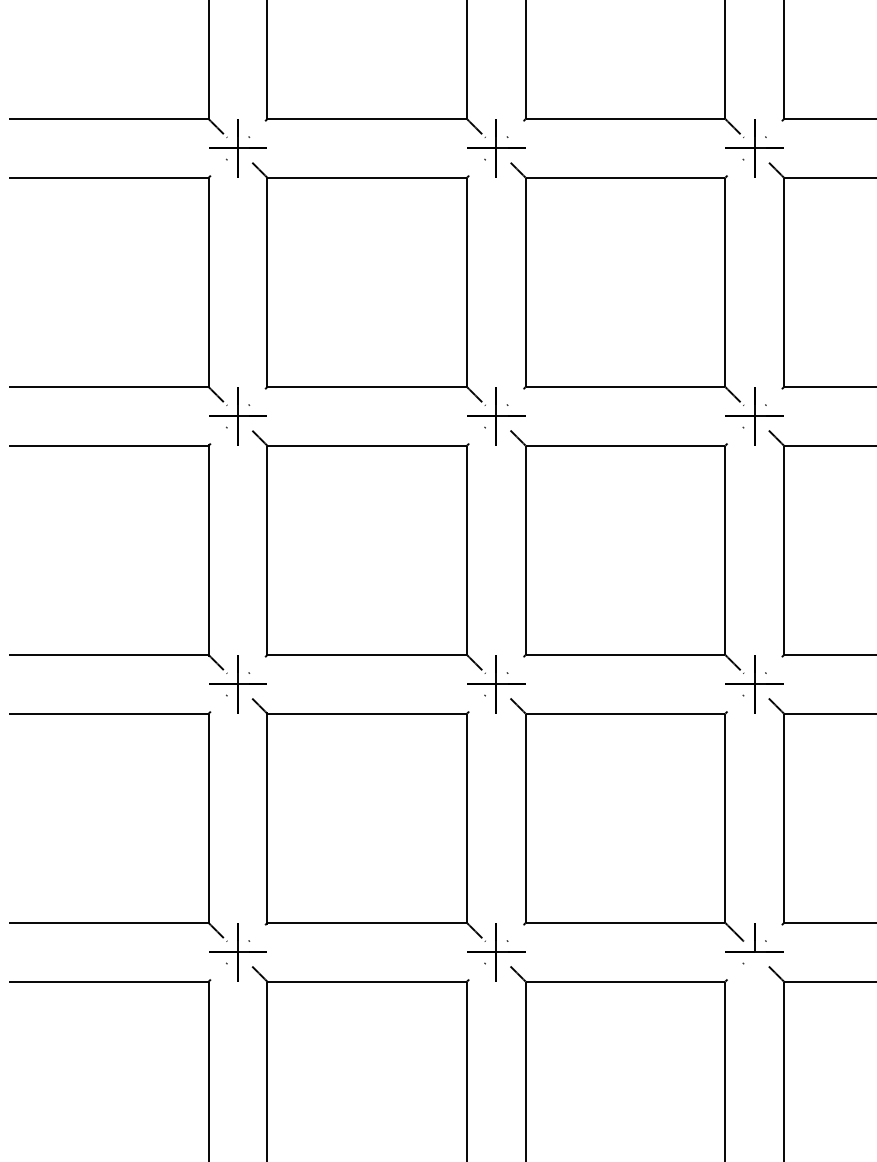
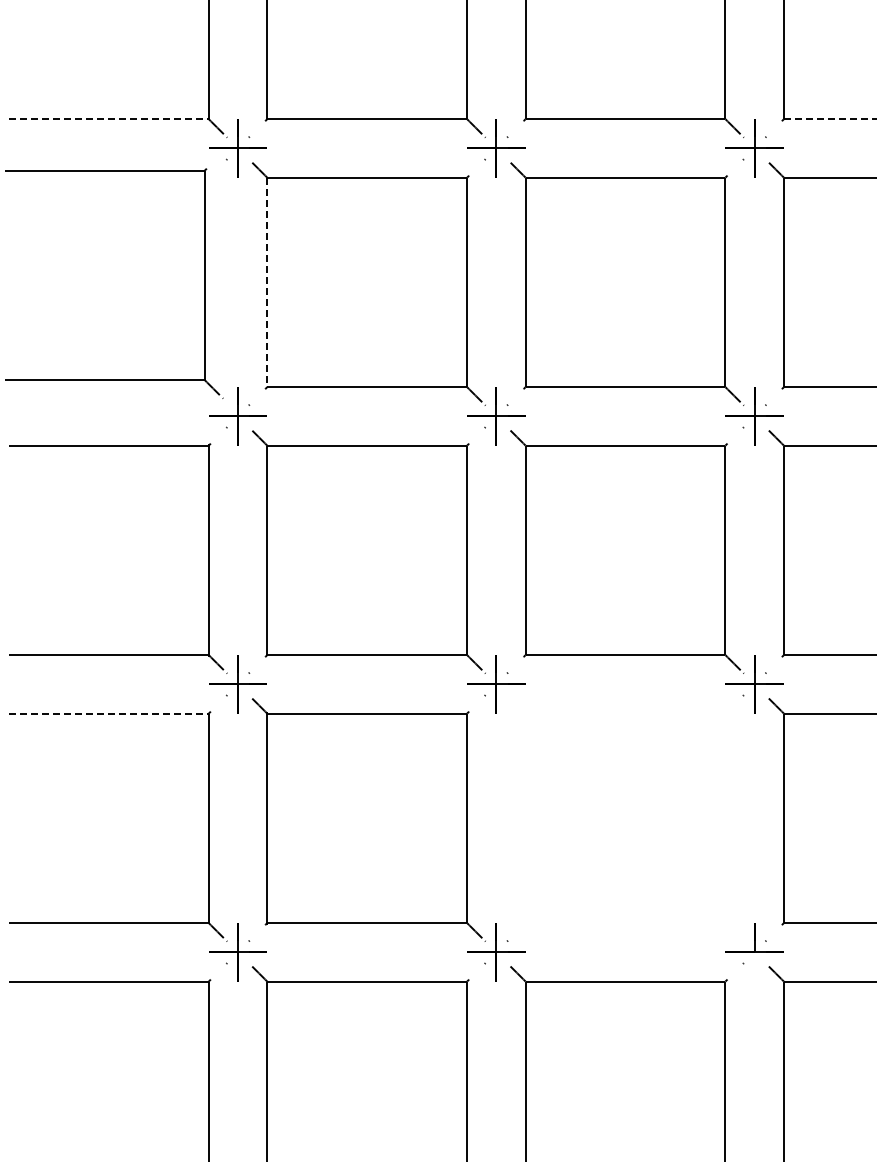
line at (108, 119): solid -> dashed
line at (830, 119): solid -> dashed
line at (267, 282): solid -> dashed
part at (208, 290) position: (208, 290) -> (204, 283)
line at (108, 713): solid -> dashed
part at (627, 819): present -> none
